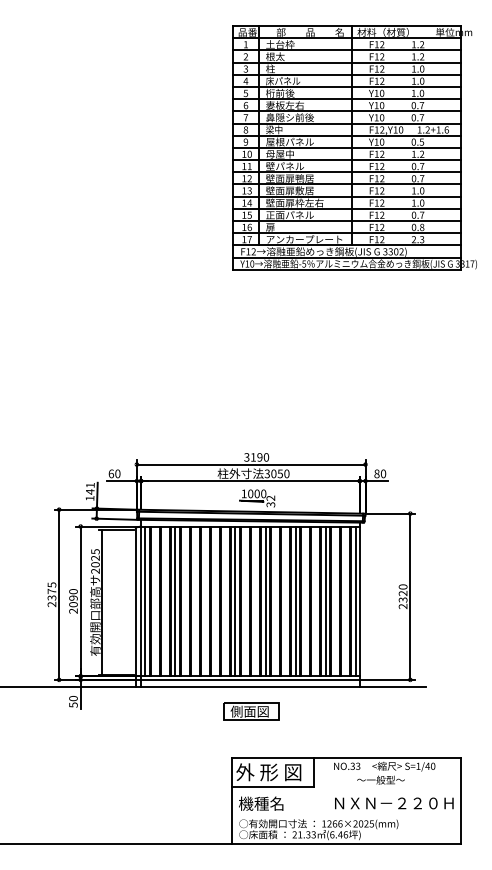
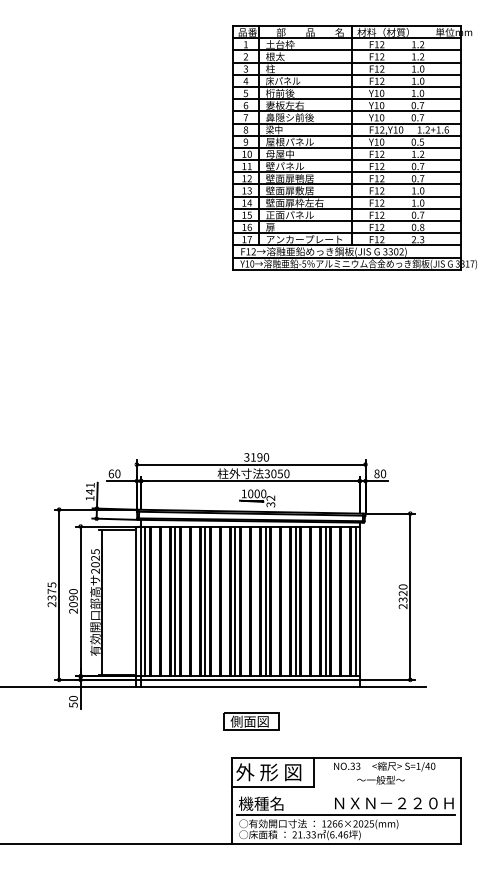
line at (205, 601): none -> present
part at (251, 711) position: (251, 711) -> (251, 721)
line at (346, 815): none -> present
